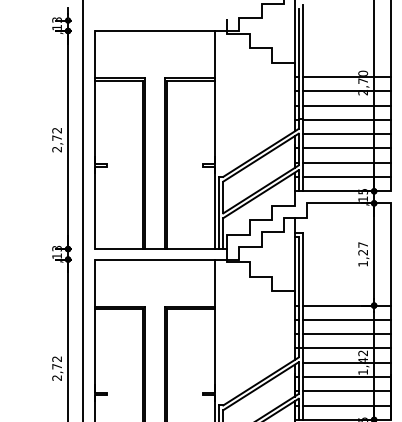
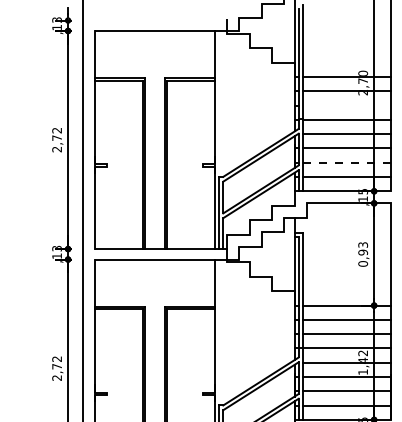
line at (346, 105): present -> none
line at (346, 162): solid -> dashed
text at (363, 254): 1,27 -> 0,93
